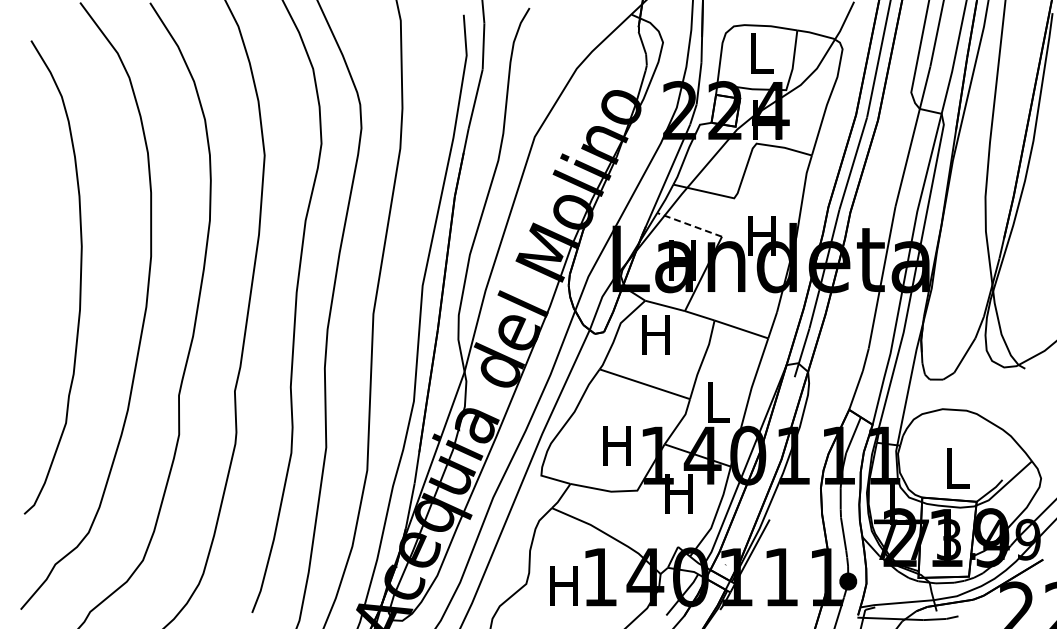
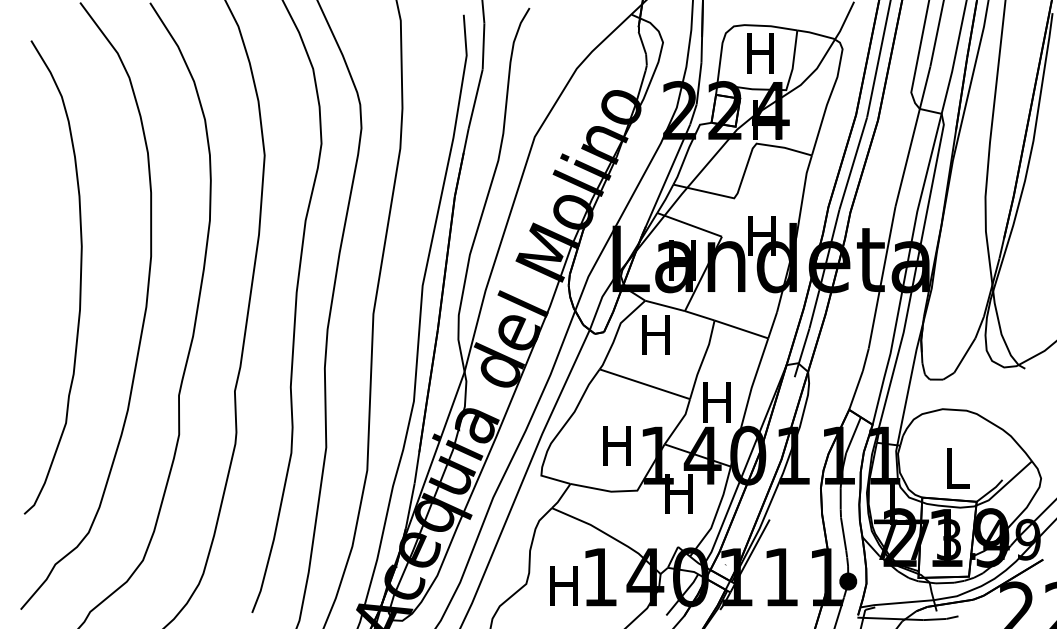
text at (760, 53): L -> H
line at (689, 224): dashed -> solid
text at (716, 402): L -> H
